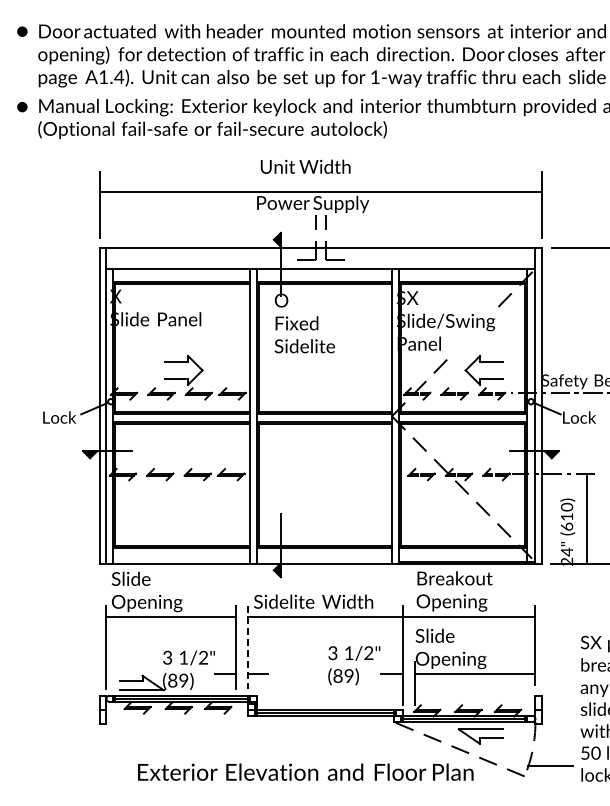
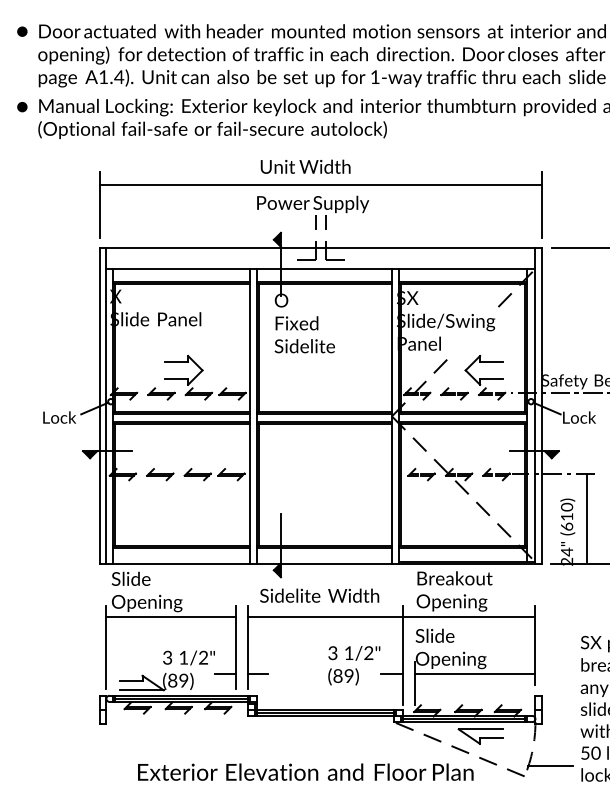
line at (320, 191) position: (320, 191) -> (320, 184)
text at (313, 601) position: (313, 601) -> (319, 595)
line at (248, 648): dashed -> solid
